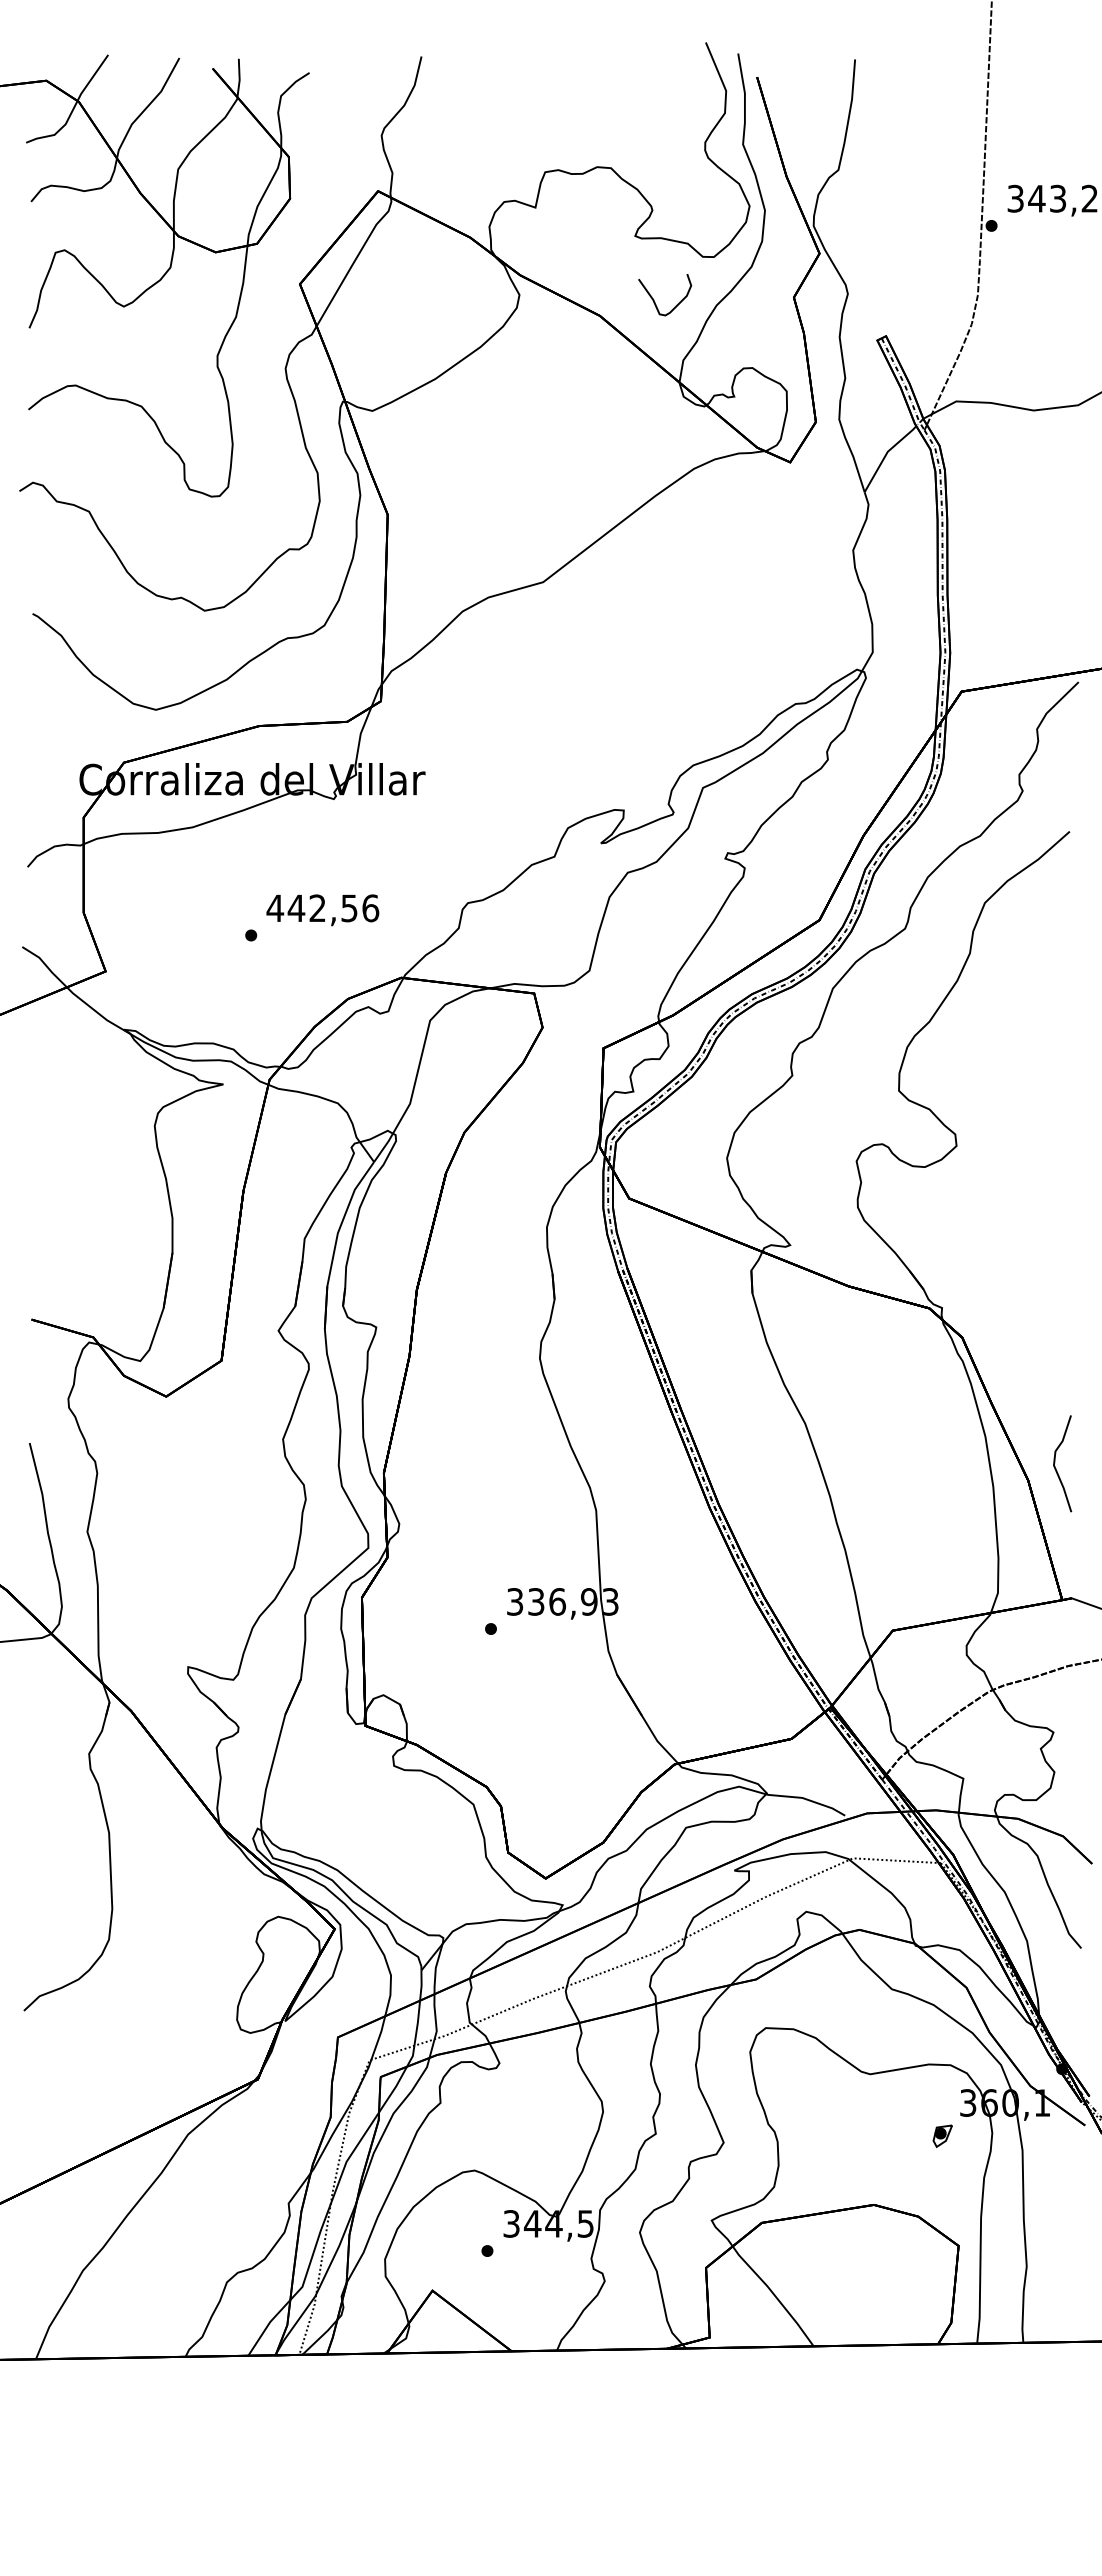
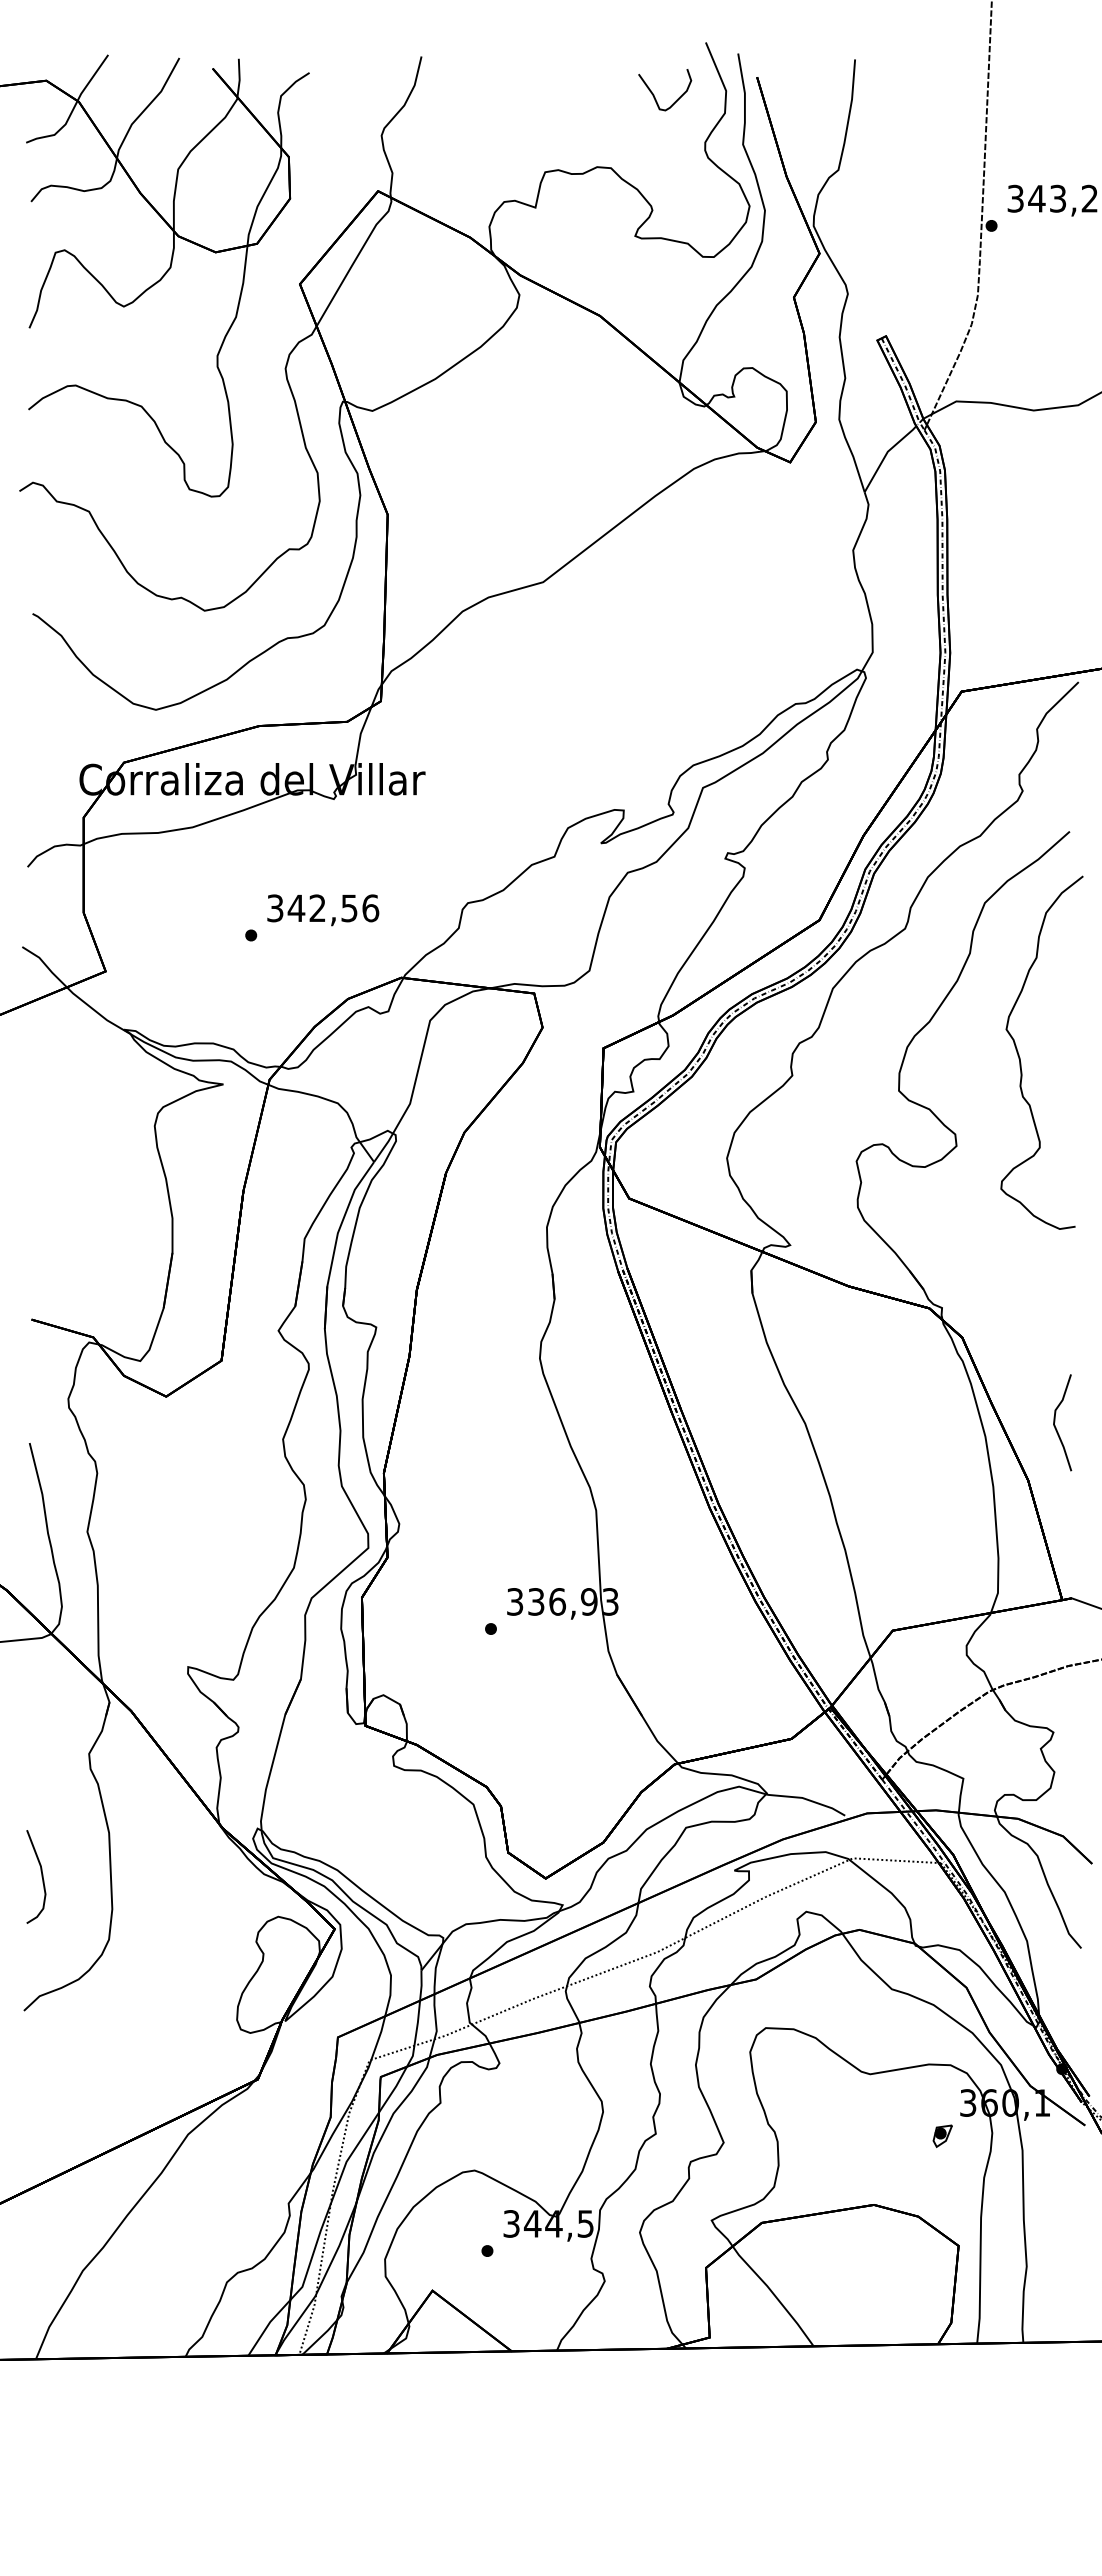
curve at (654, 299) position: (654, 299) -> (654, 94)
text at (275, 908): 442,56 -> 342,56
curve at (1020, 1057): none -> present
curve at (1055, 1463) position: (1055, 1463) -> (1055, 1422)
curve at (41, 1876): none -> present
